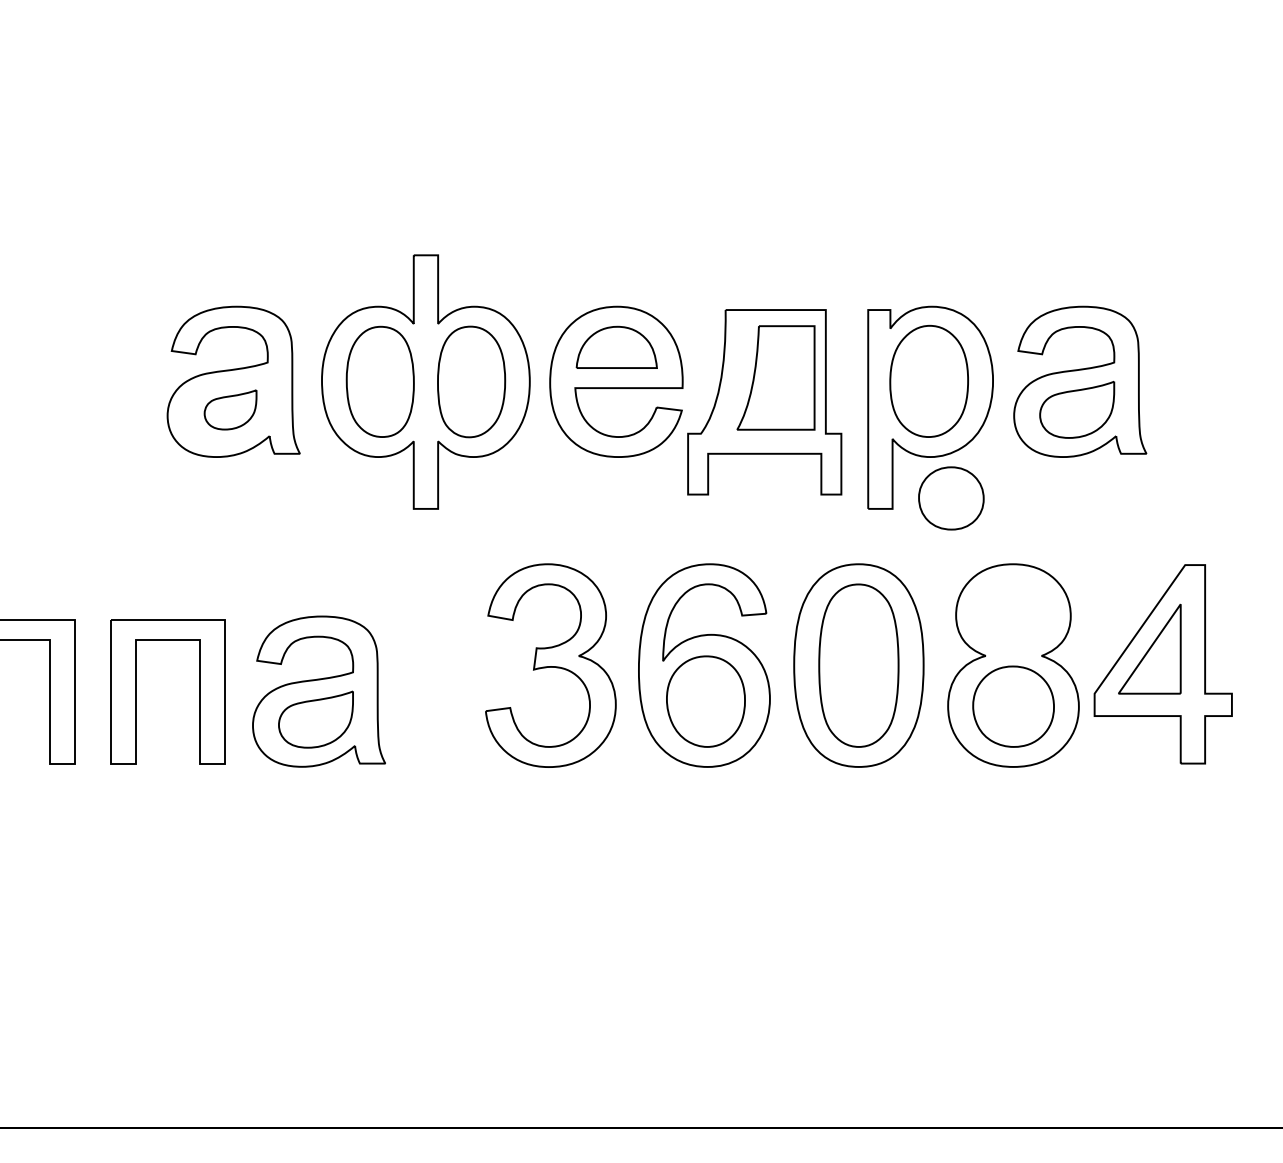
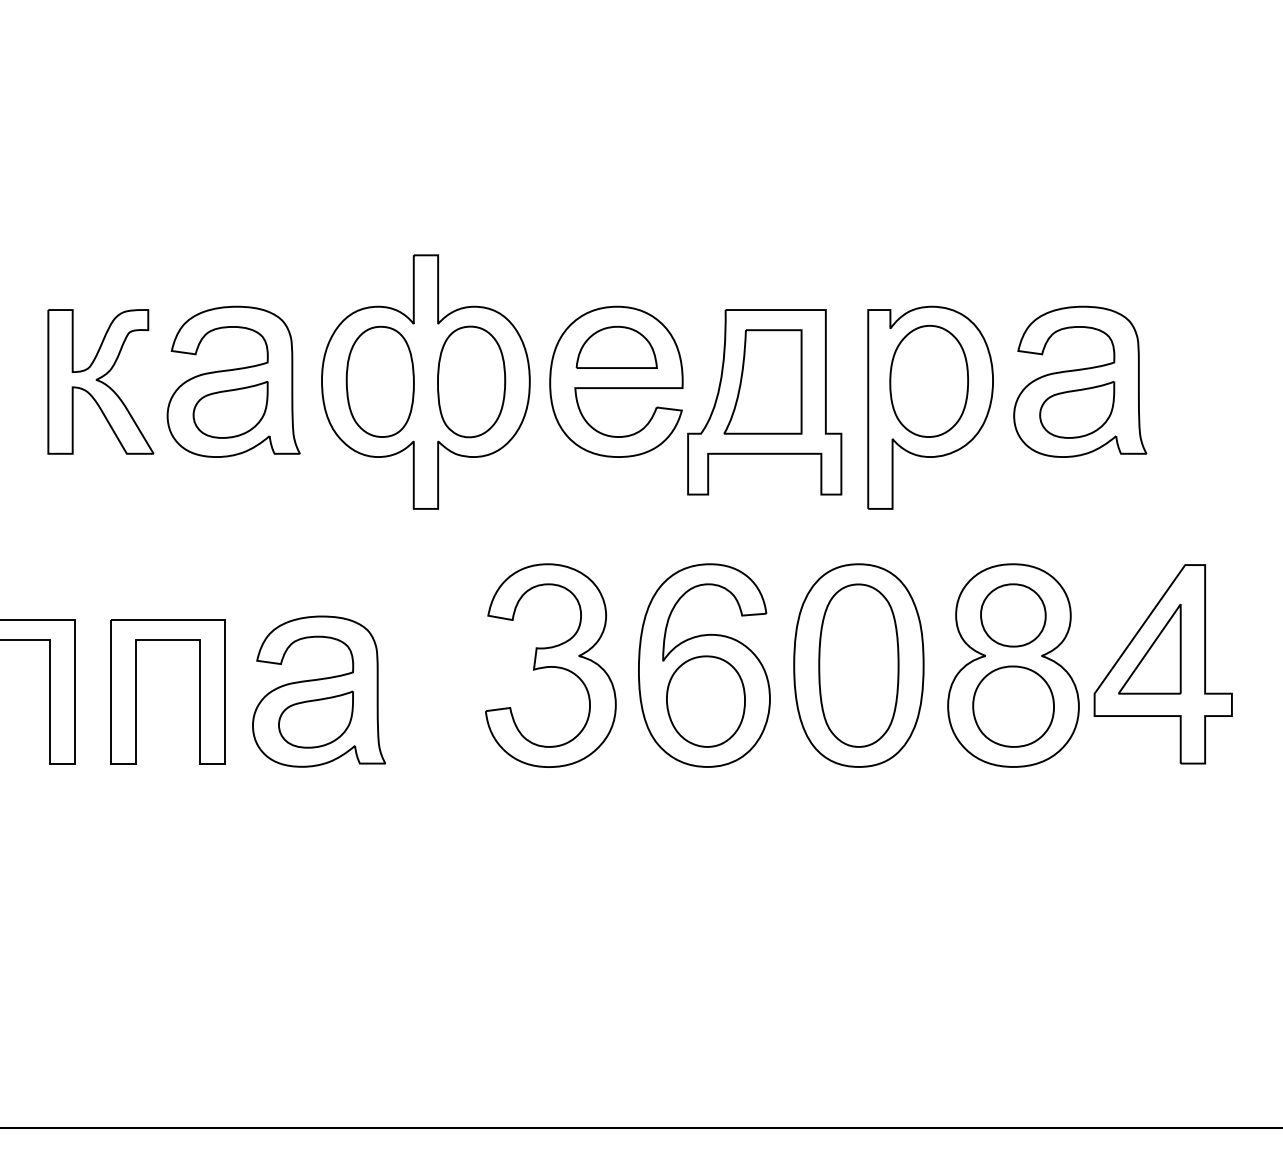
part at (775, 377) position: (775, 377) -> (762, 381)
part at (100, 381): none -> present
part at (230, 409) size: 55x42 px -> 77x58 px
part at (951, 498) position: (951, 498) -> (1013, 615)
